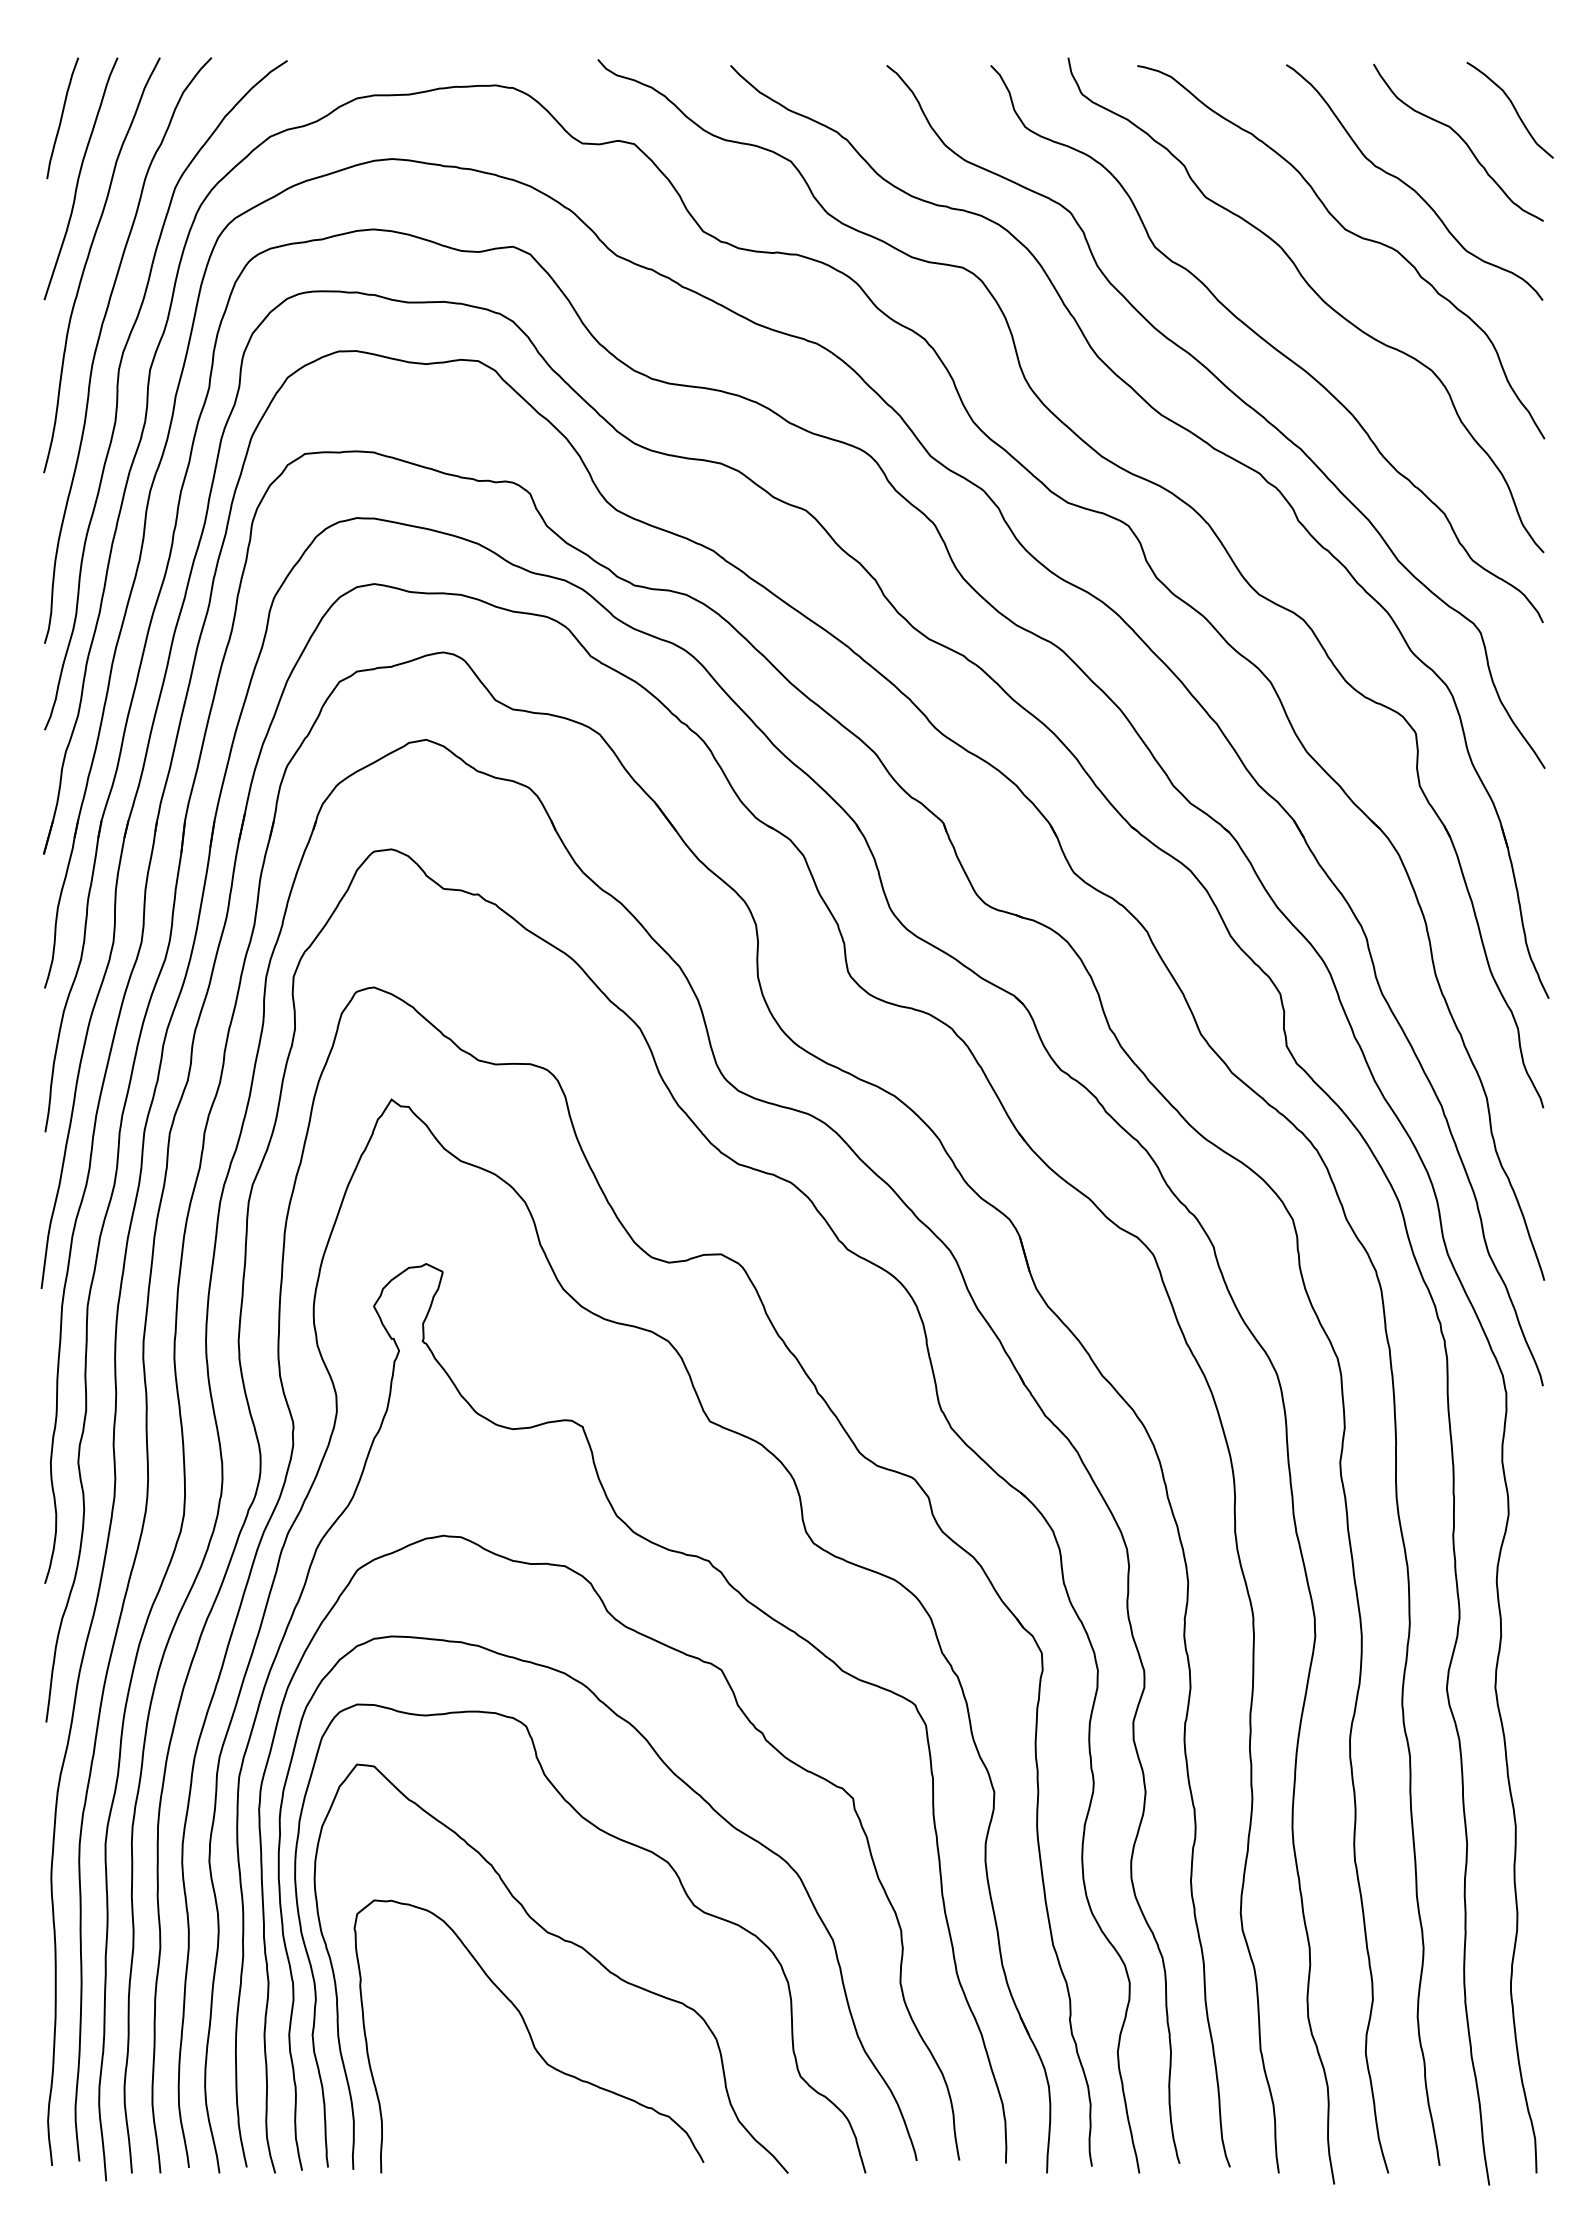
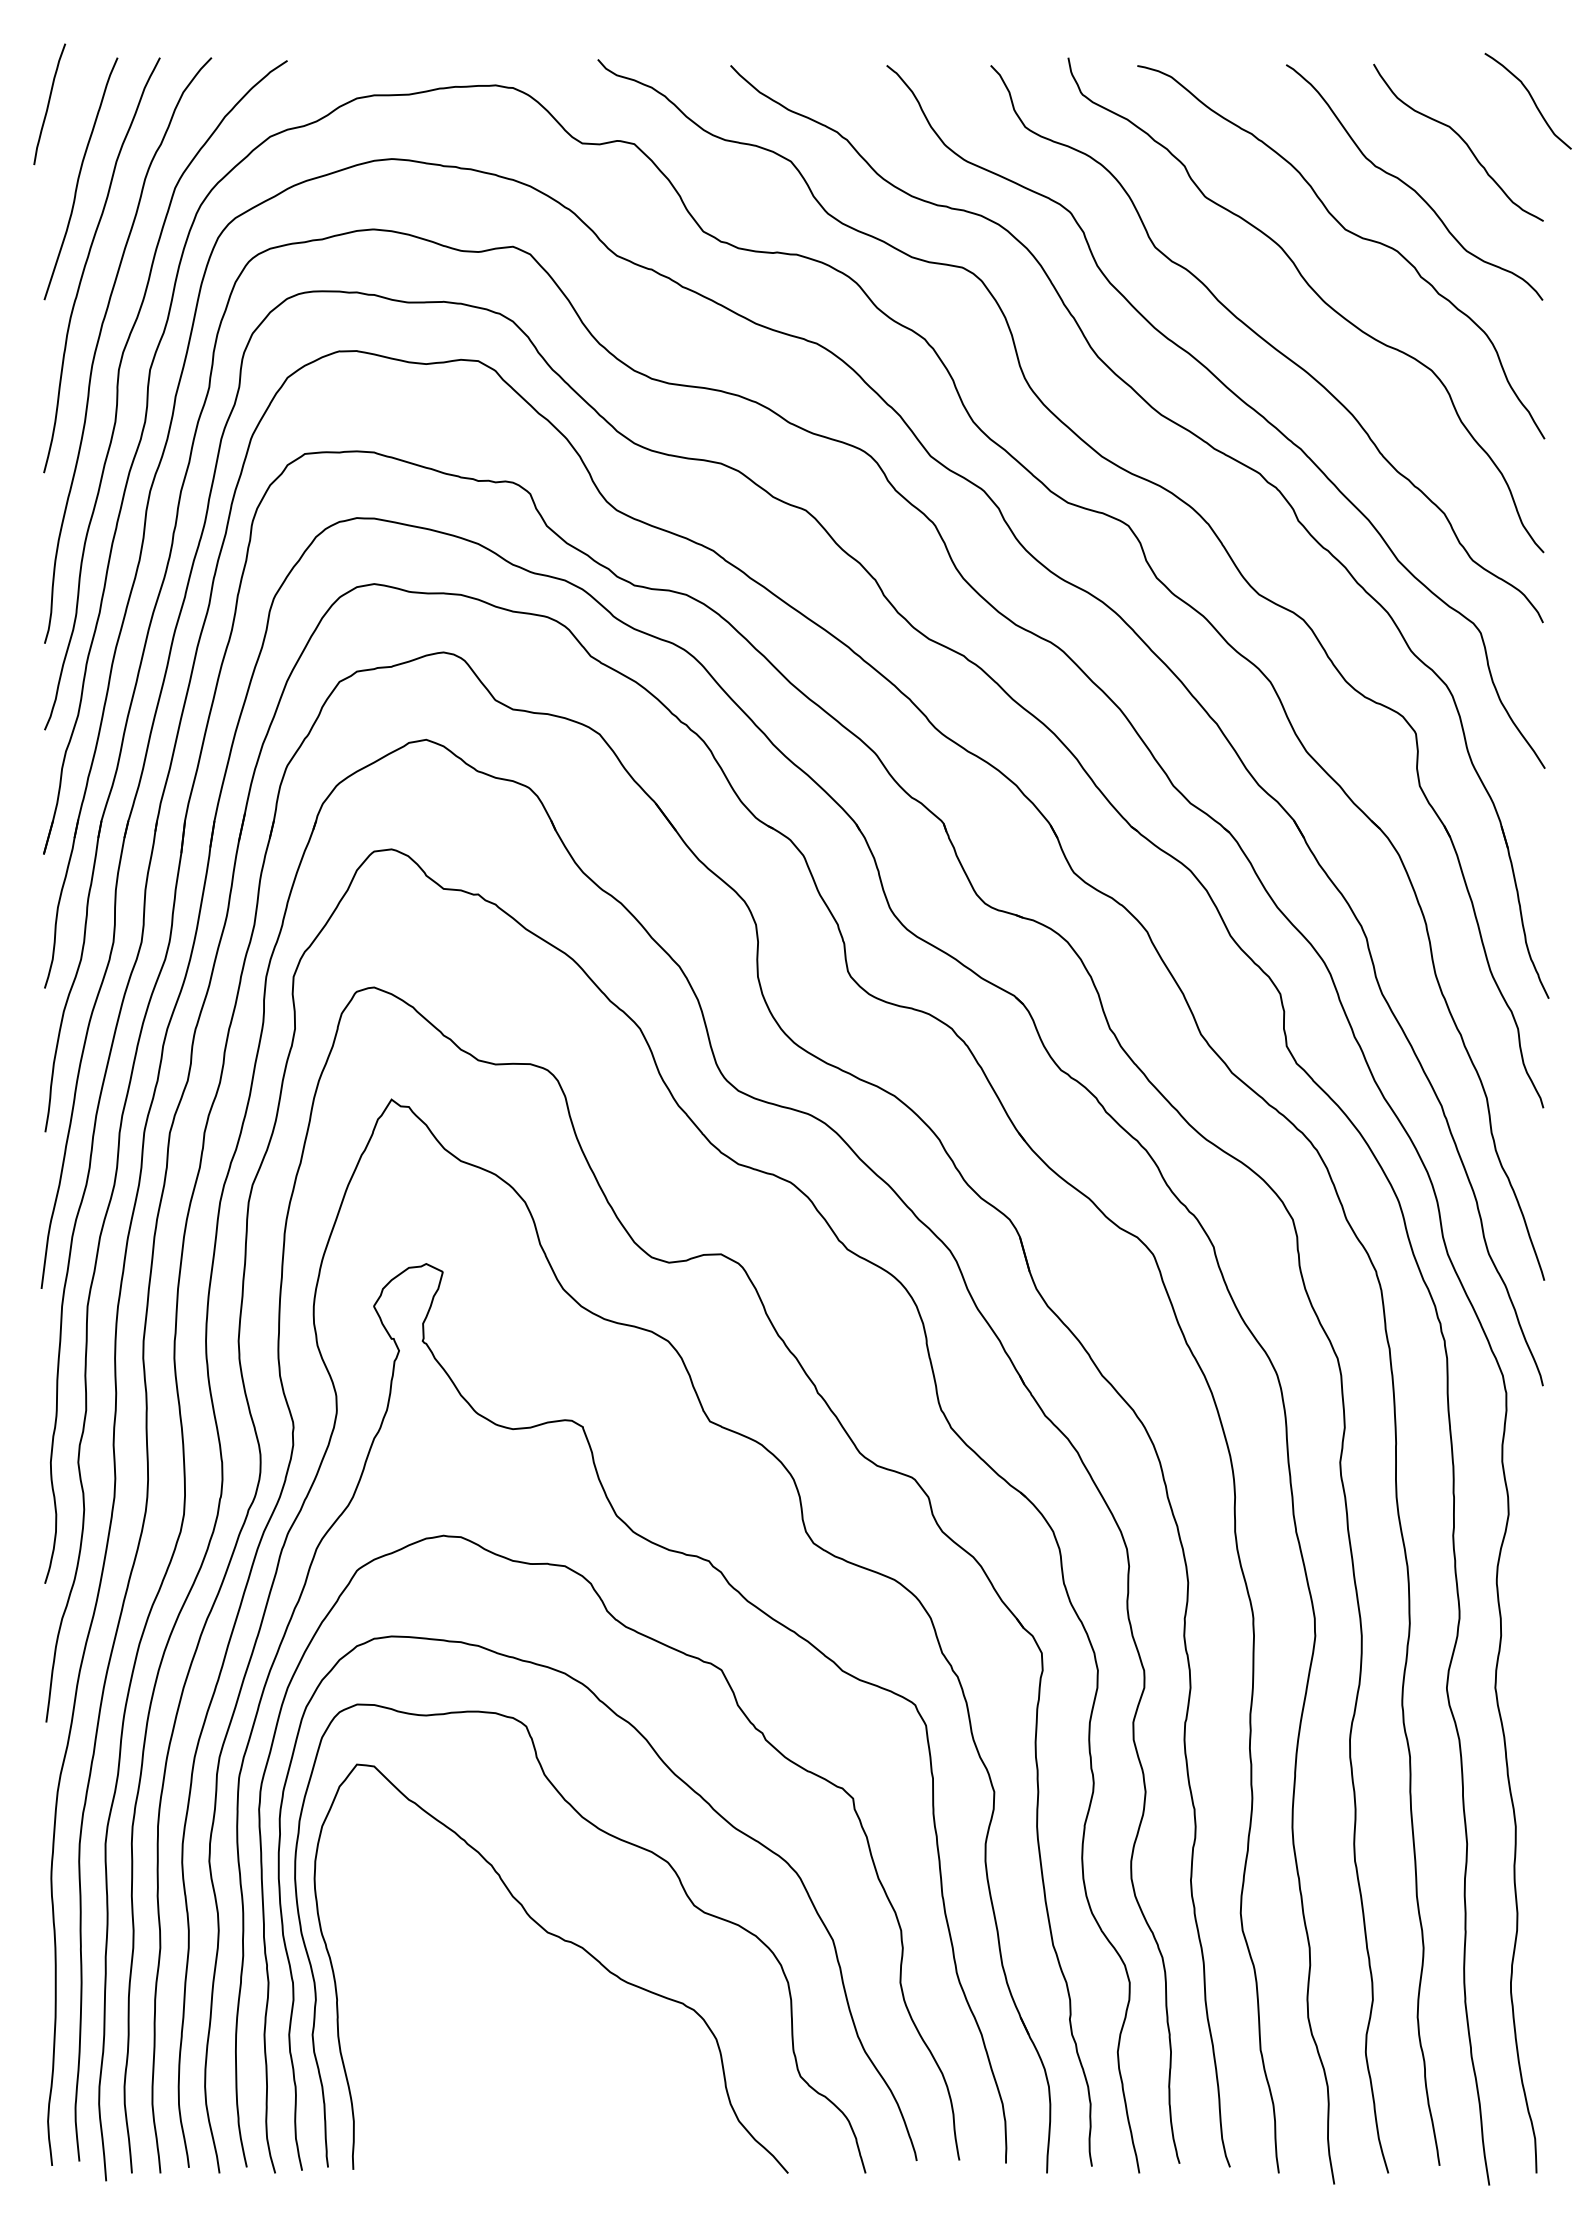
curve at (1513, 108) position: (1513, 108) -> (1531, 99)
curve at (62, 118) position: (62, 118) -> (49, 104)
curve at (529, 2036): present -> none
